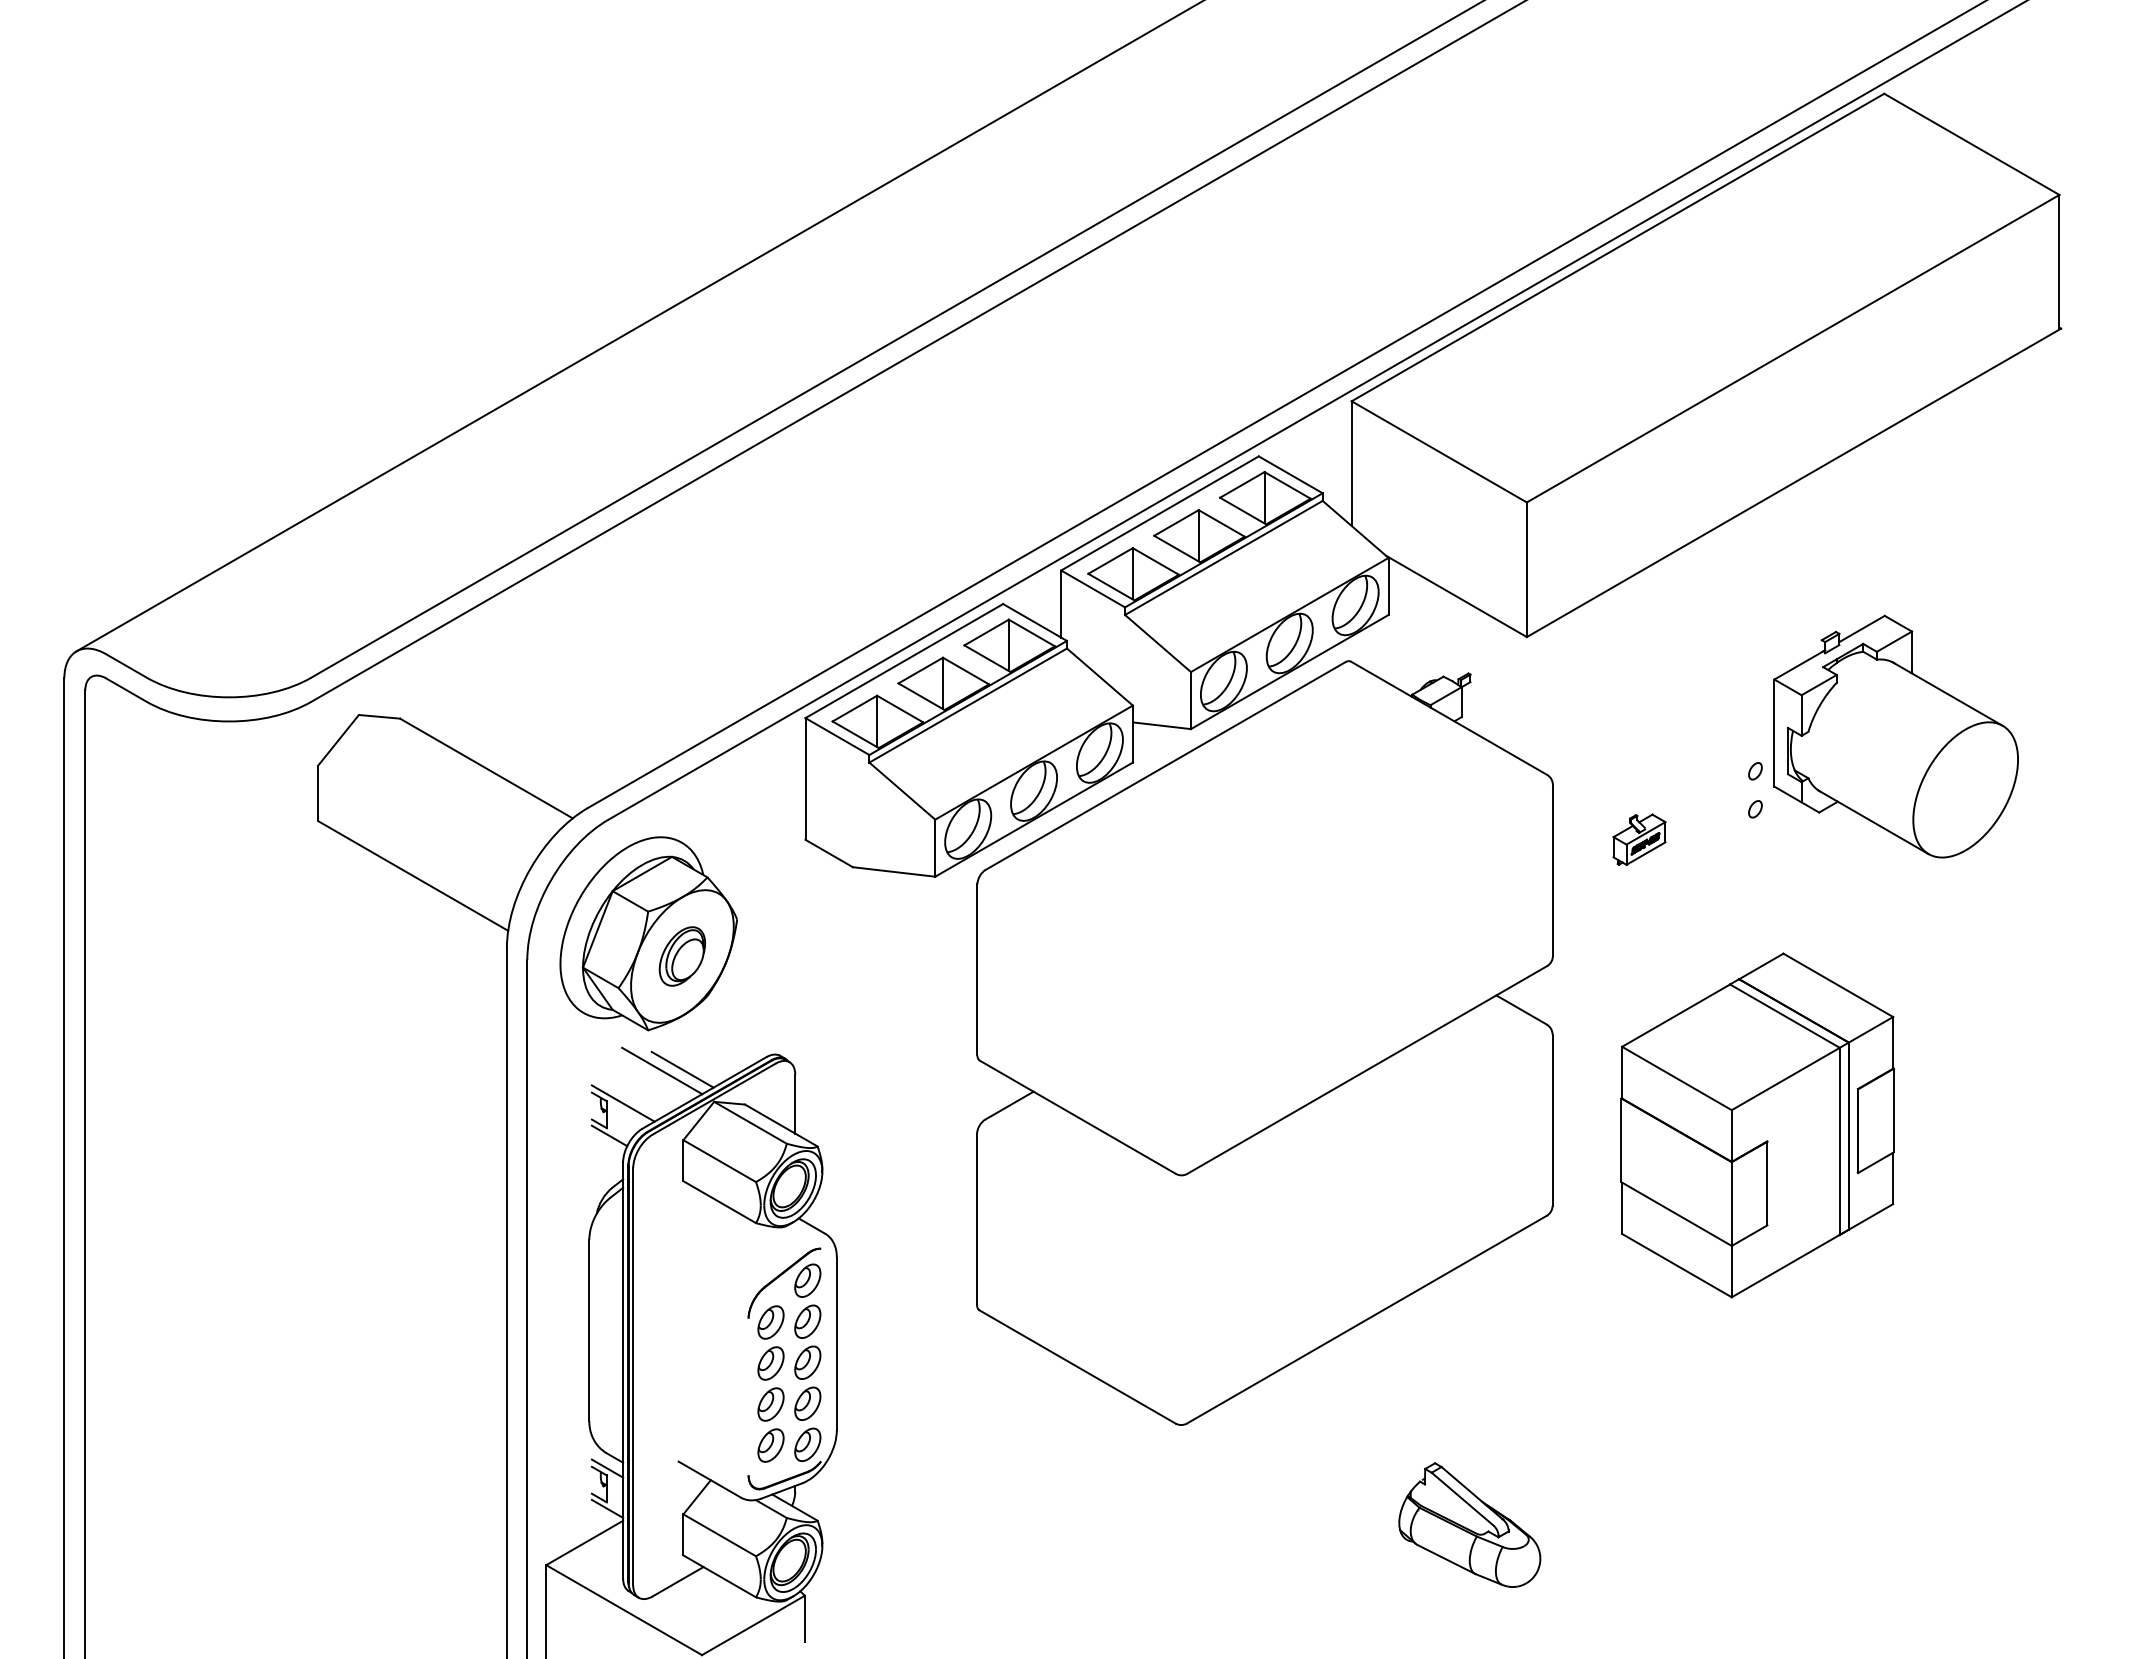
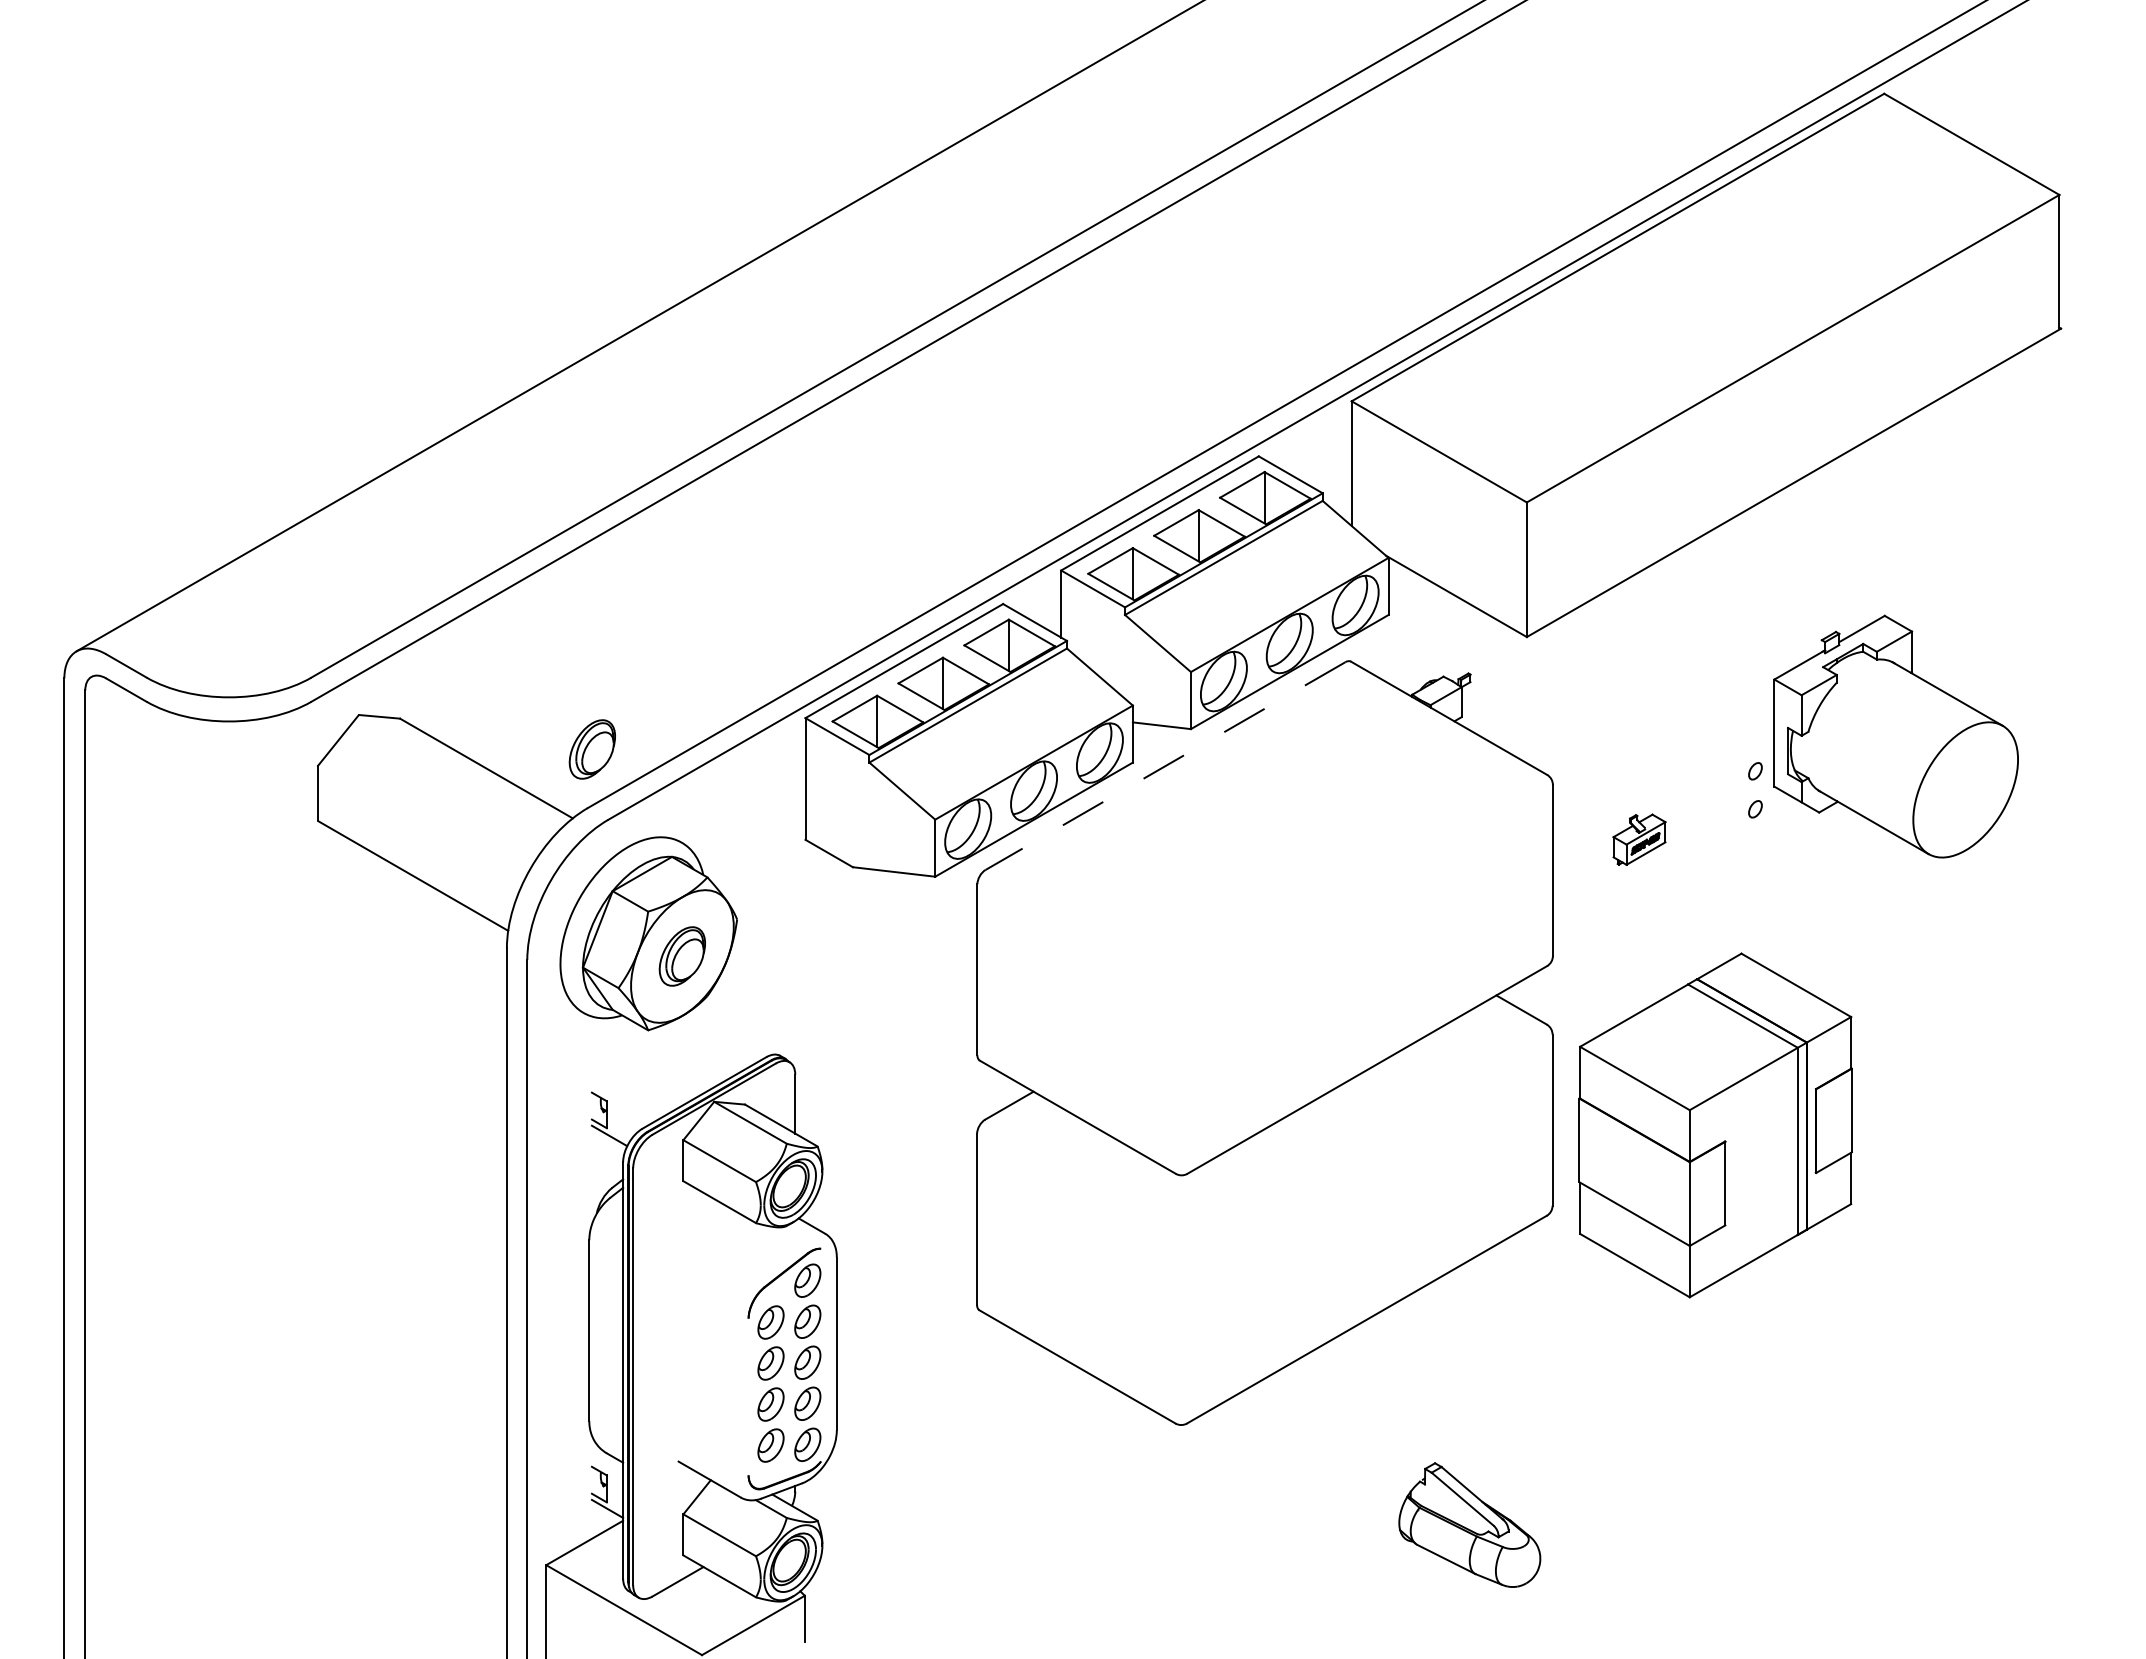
part at (591, 749): none -> present
line at (1165, 766): solid -> dashed
line at (682, 1069): present -> none
line at (662, 1070): present -> none
line at (622, 1103): present -> none
part at (1757, 1125) position: (1757, 1125) -> (1715, 1125)
line at (607, 1468): present -> none
